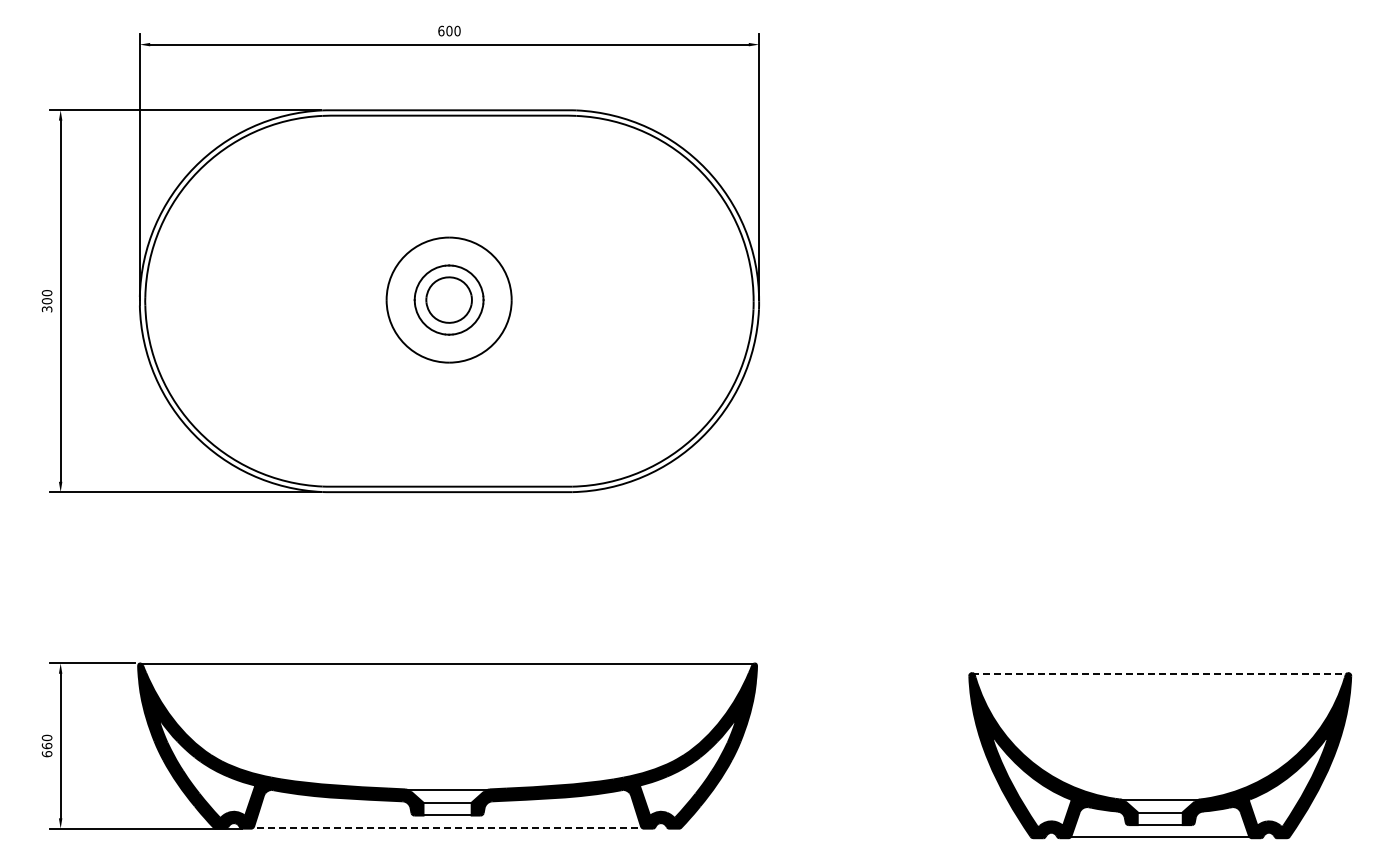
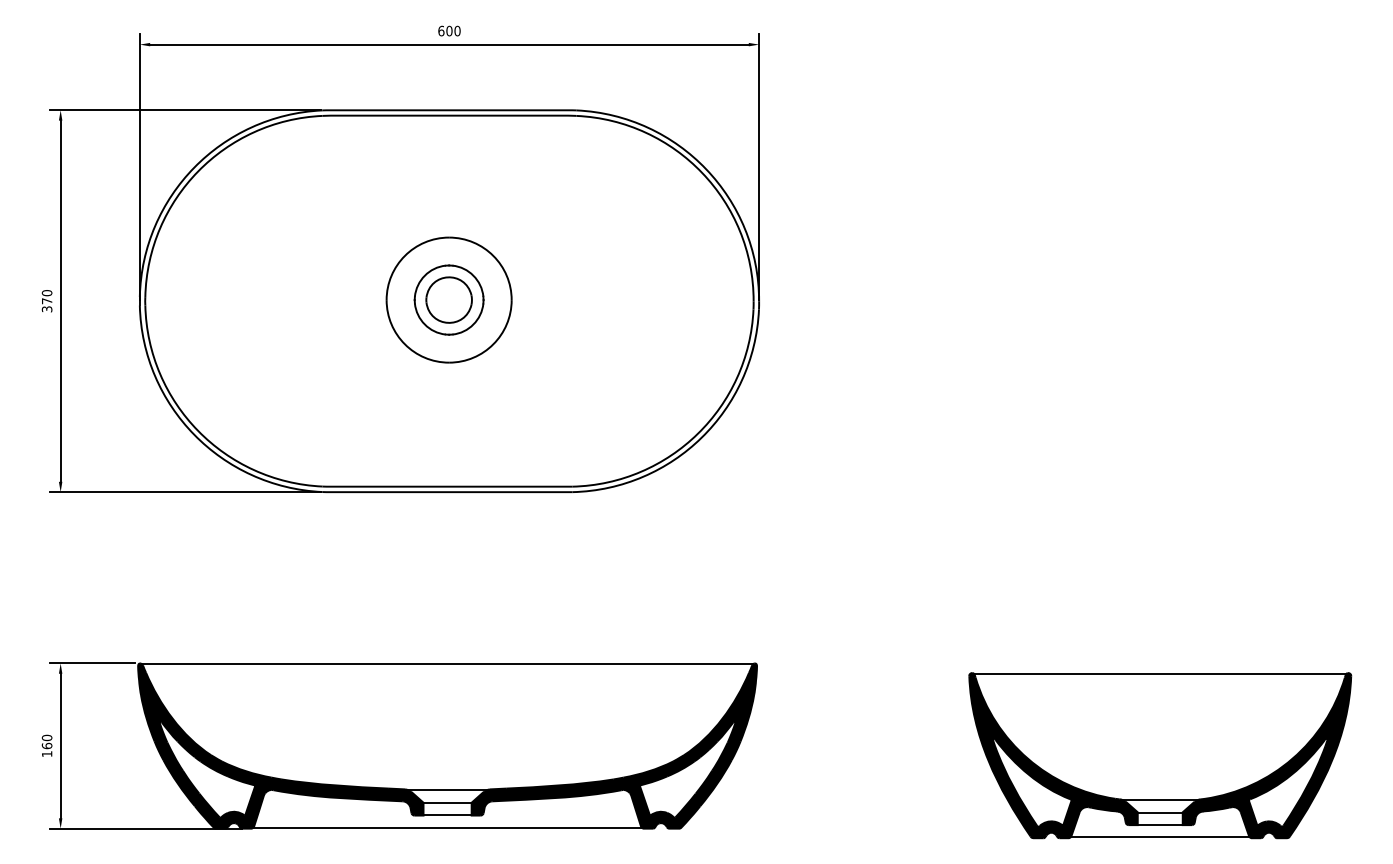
text at (46, 301): 300 -> 370
line at (1160, 673): dashed -> solid
text at (46, 754): 660 -> 160
line at (447, 827): dashed -> solid
